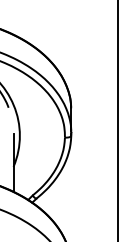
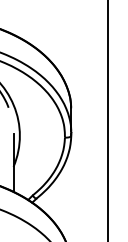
line at (117, 120) position: (117, 120) -> (107, 120)
